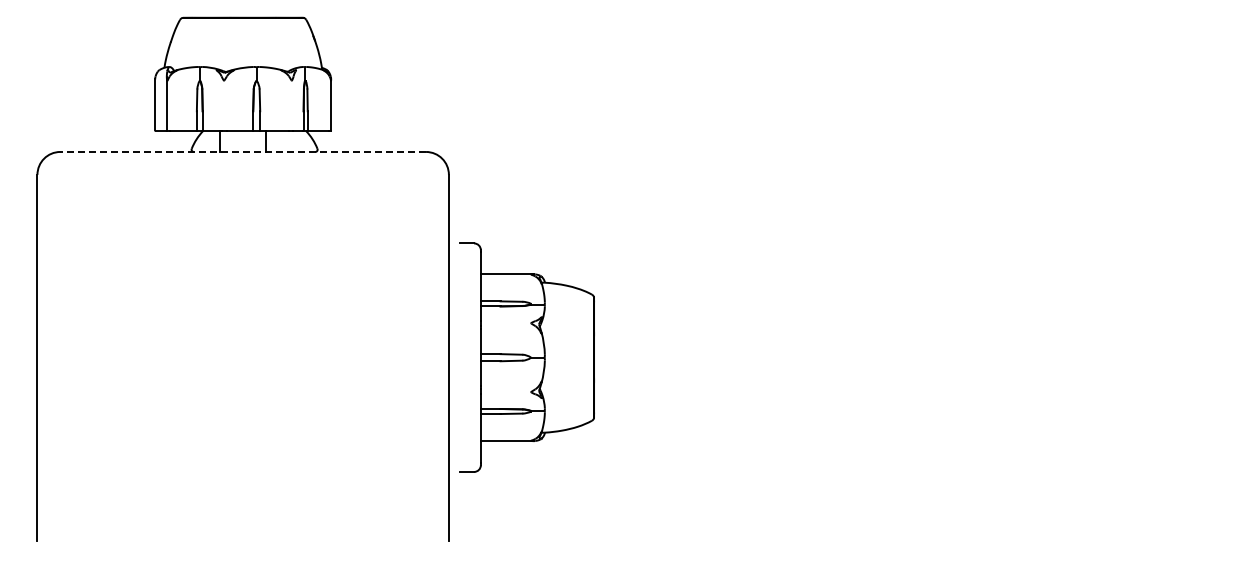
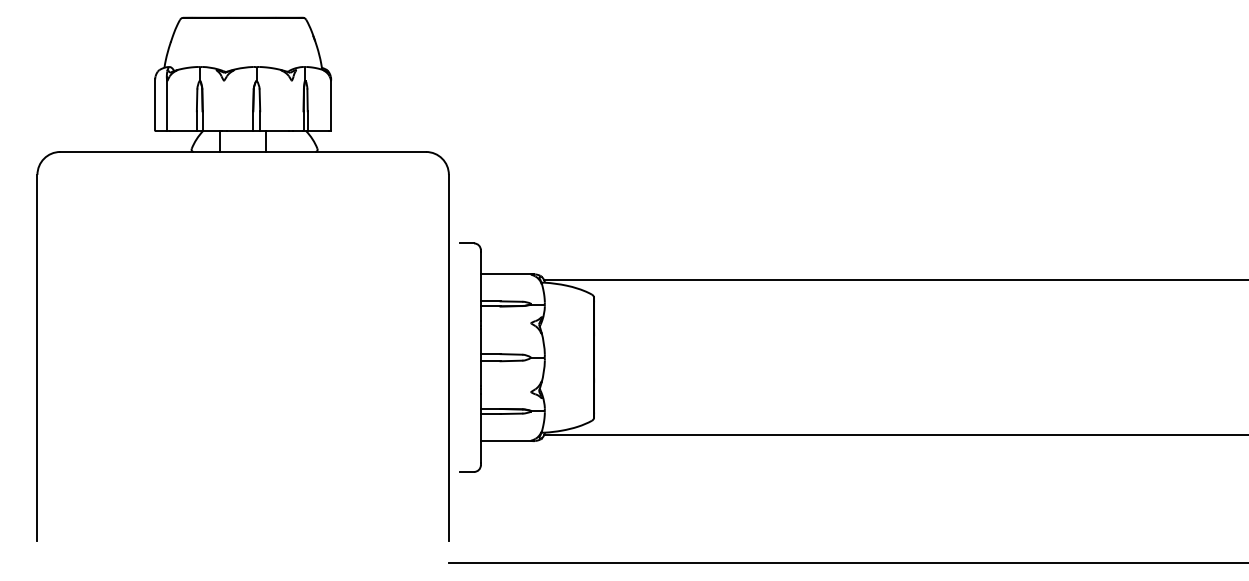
line at (243, 151): dashed -> solid
line at (894, 279): none -> present
line at (894, 435): none -> present
line at (846, 563): none -> present
